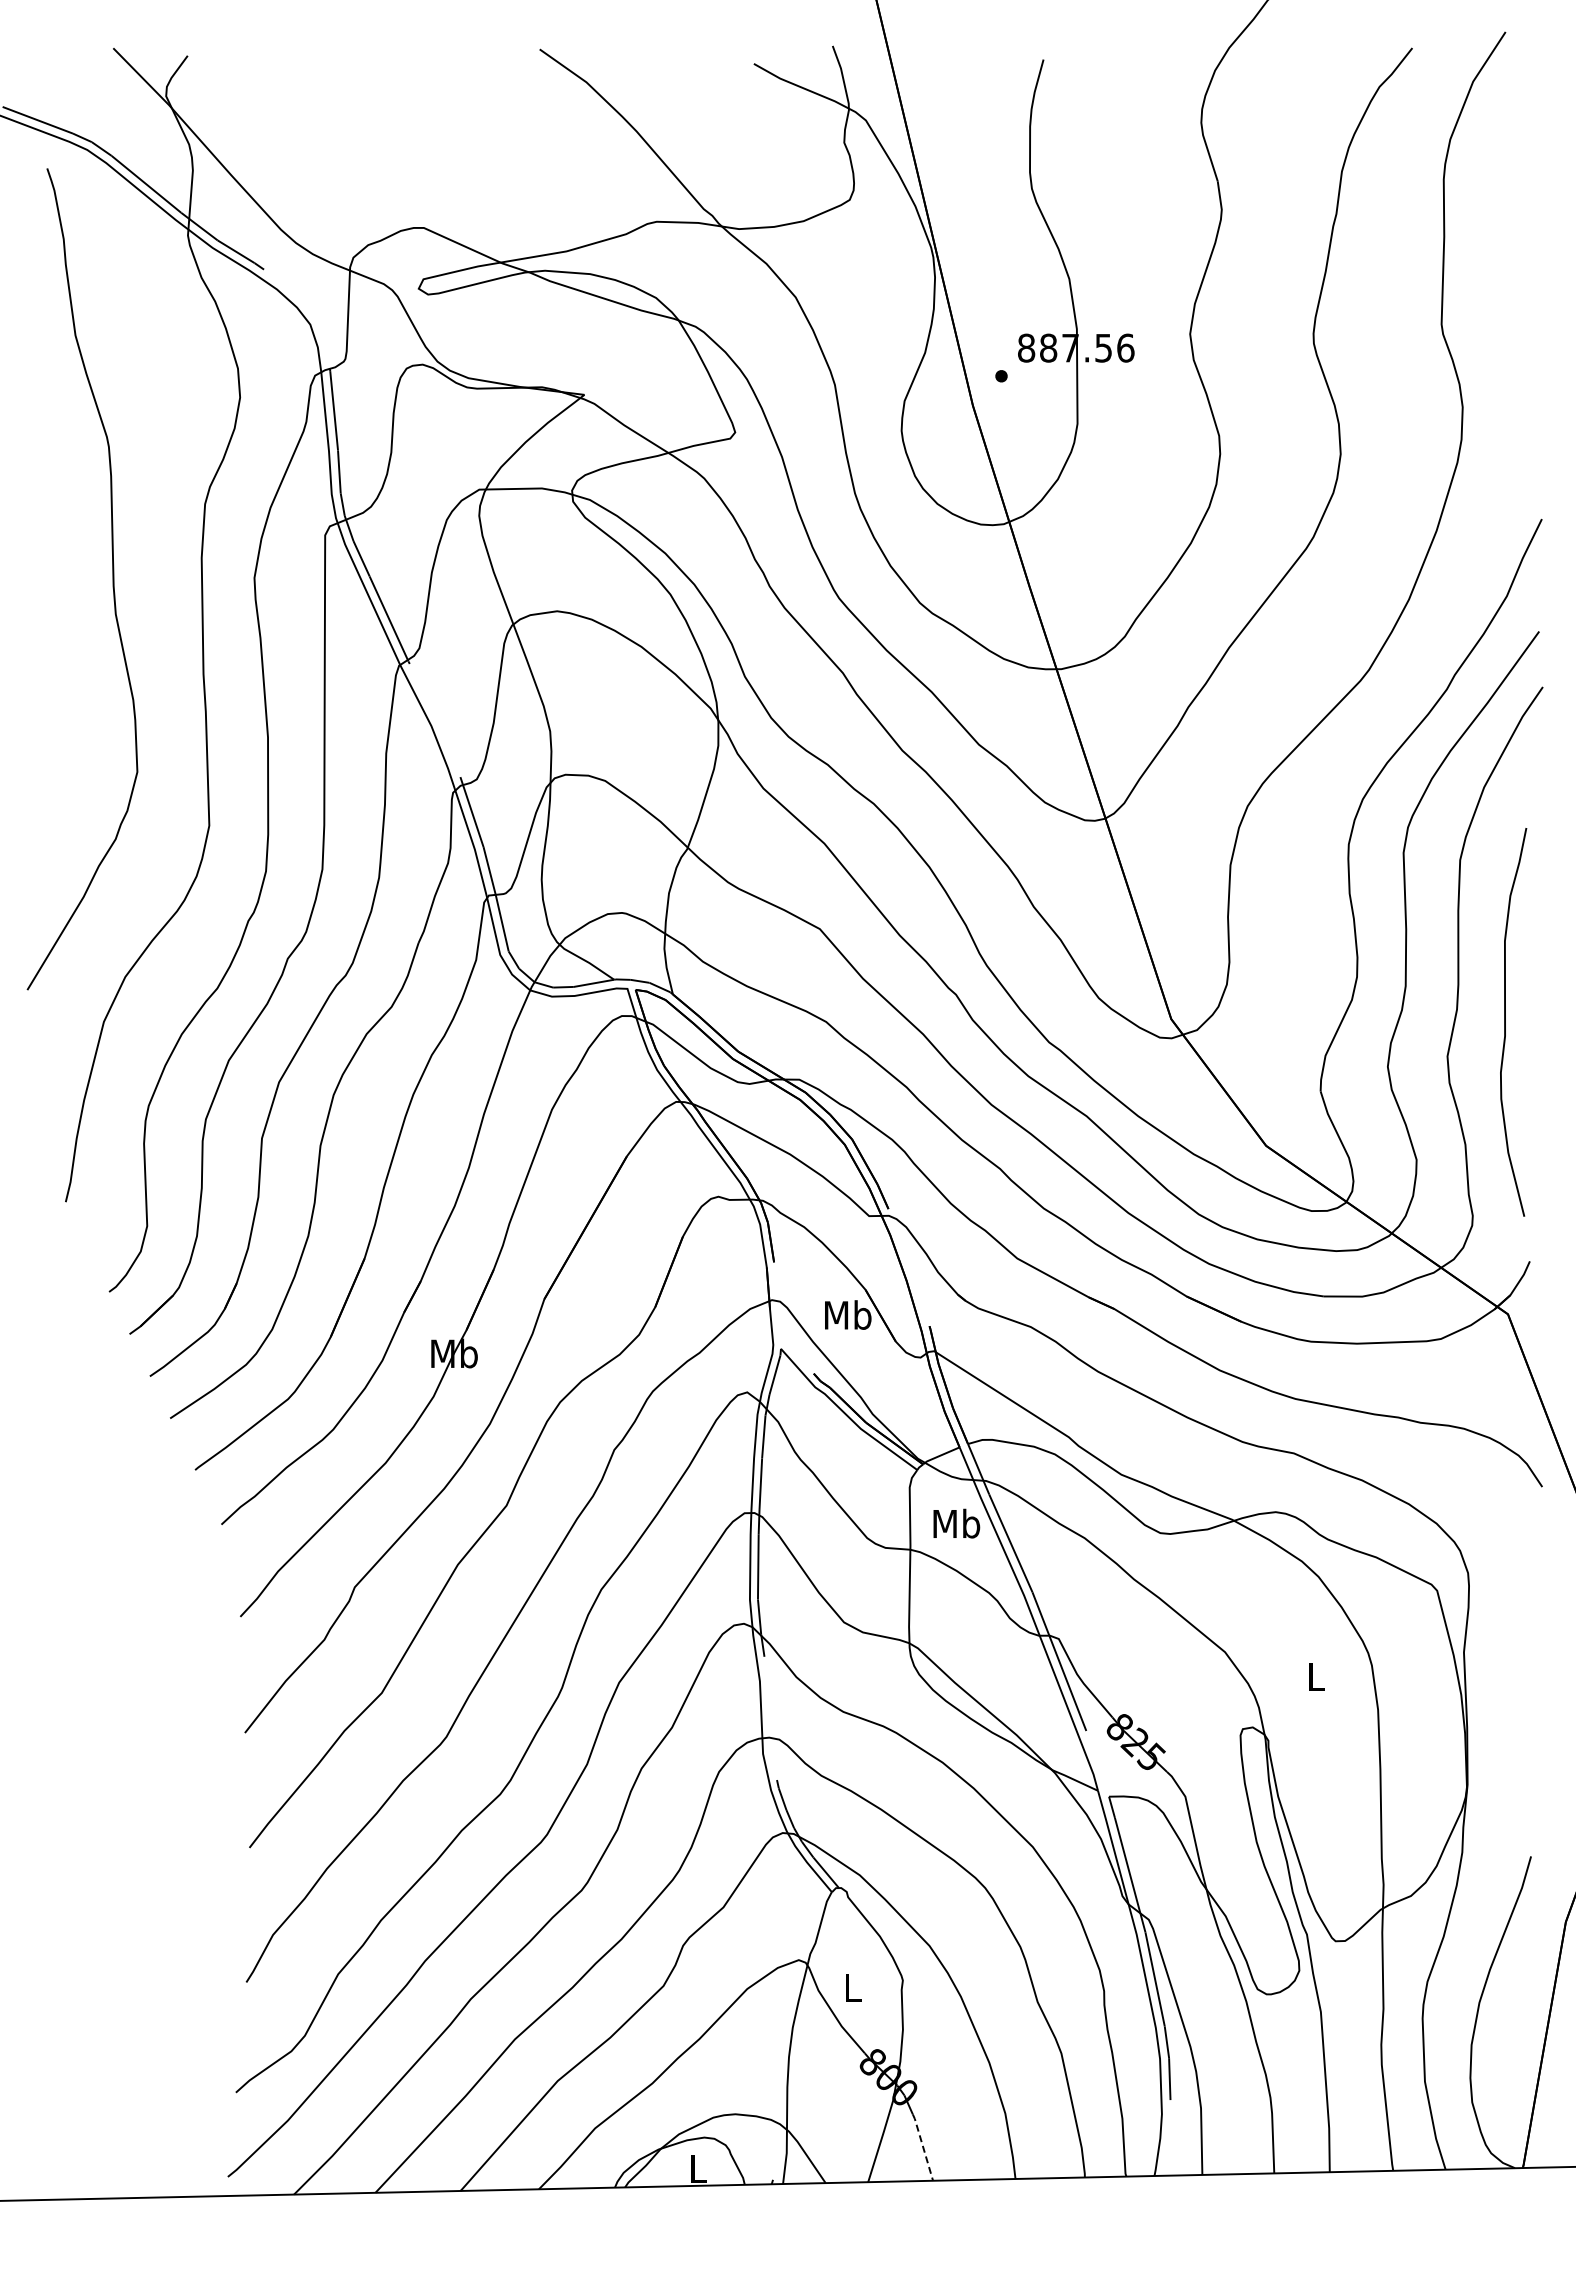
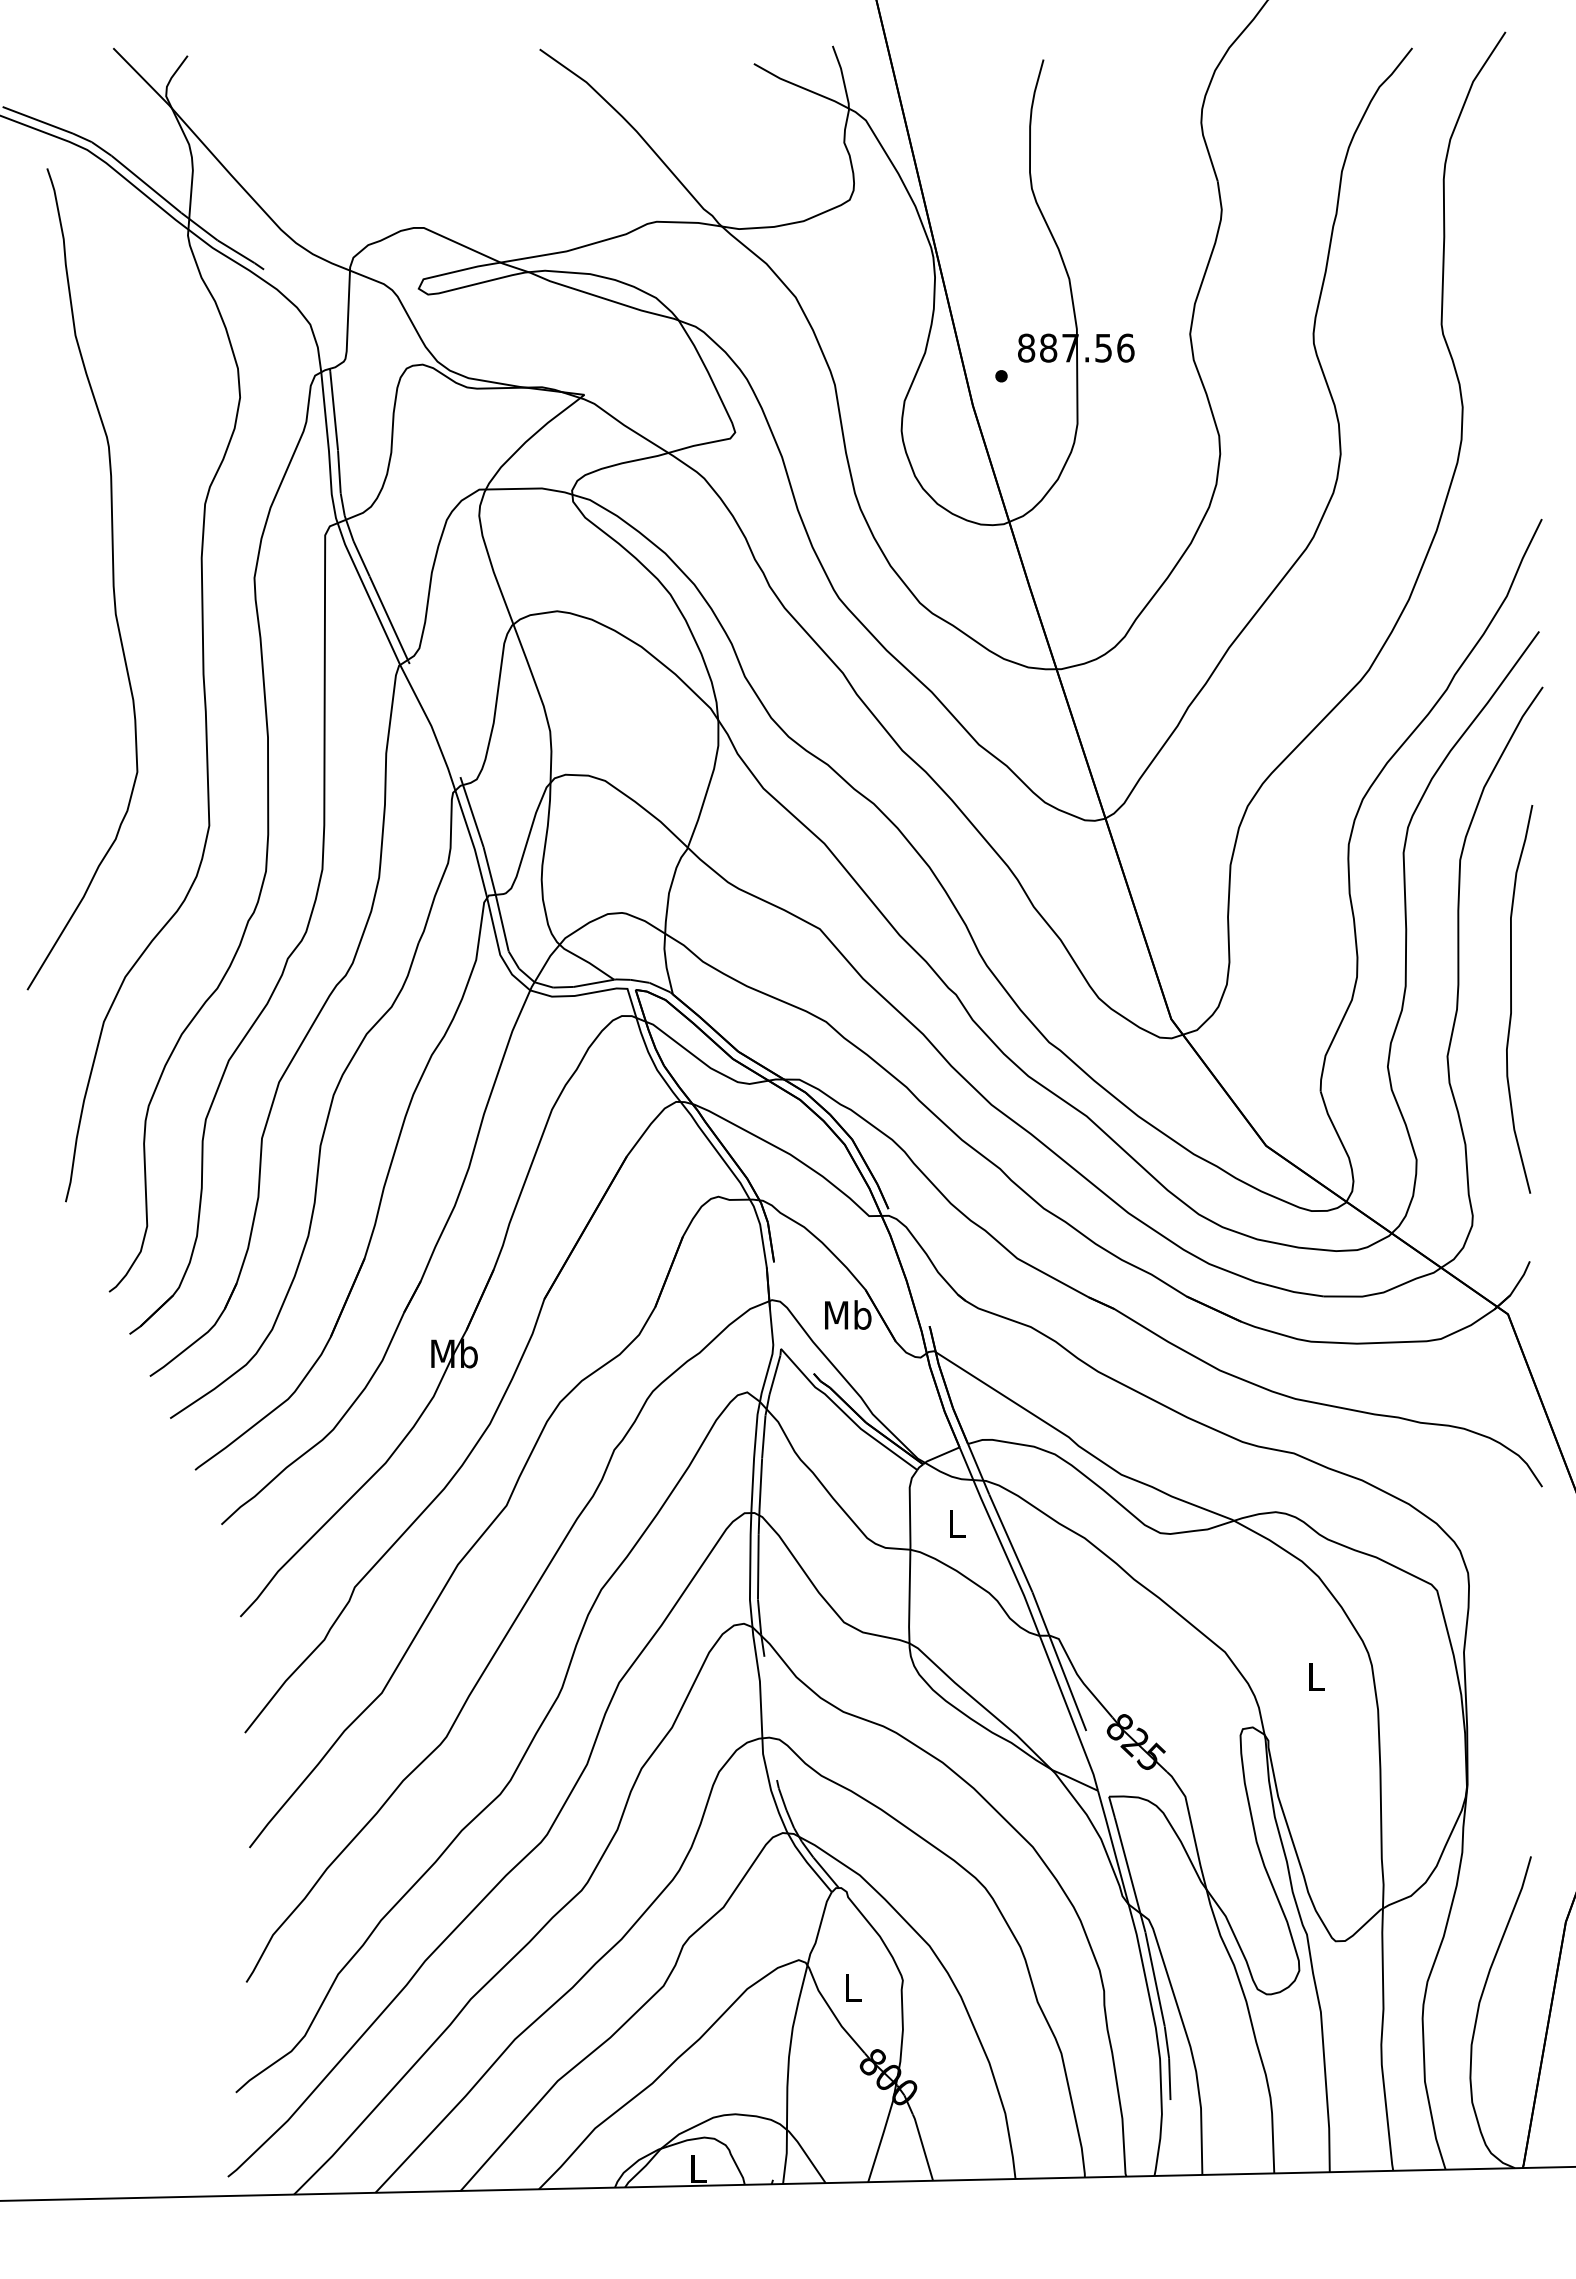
curve at (1505, 1022) position: (1505, 1022) -> (1511, 999)
text at (956, 1523): Mb -> L
line at (923, 2147): dashed -> solid
